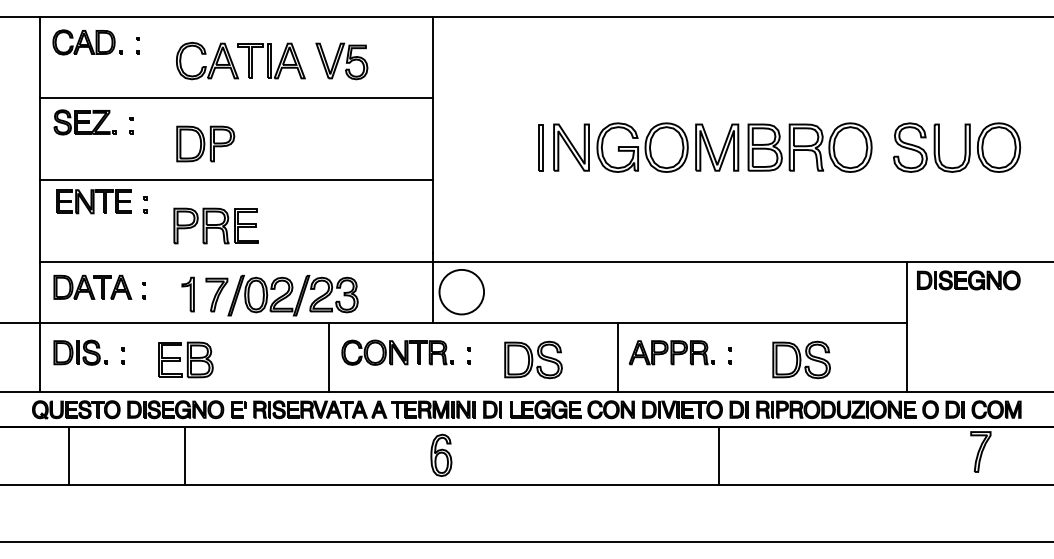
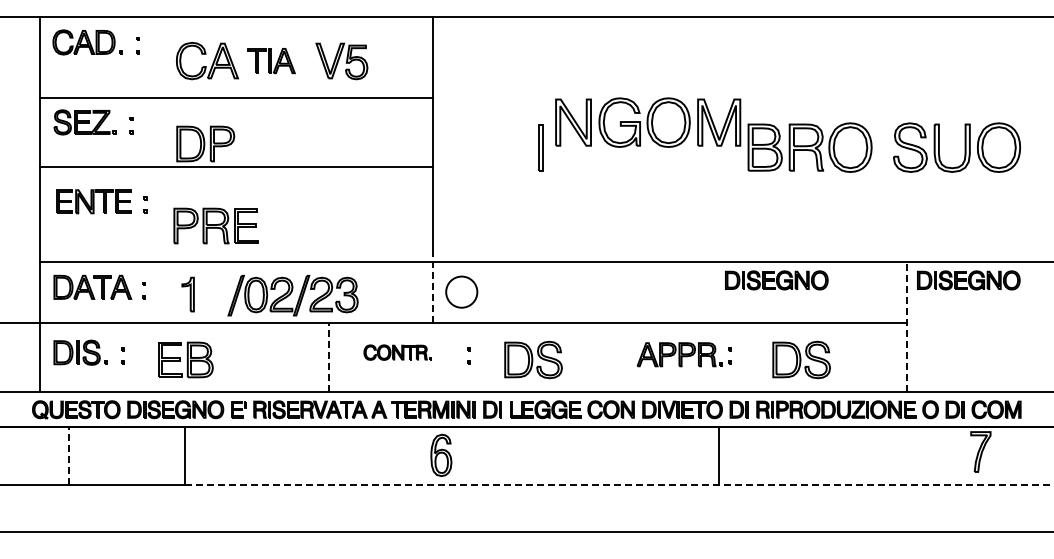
part at (271, 60) size: 69x38 px -> 49x26 px
part at (646, 147) position: (646, 147) -> (648, 122)
line at (236, 179) position: (236, 179) -> (236, 166)
part at (776, 280): none -> present
line at (433, 287): solid -> dashed
circle at (461, 291) diameter: 45 px -> 31 px
part at (216, 294): present -> none
line at (907, 326): solid -> dashed
part at (397, 352) size: 113x27 px -> 69x17 px
part at (671, 352) position: (671, 352) -> (679, 354)
line at (329, 357): solid -> dashed
line at (618, 357): present -> none
line at (69, 455): solid -> dashed
line at (619, 484): solid -> dashed
line at (526, 542) position: (526, 542) -> (526, 532)
